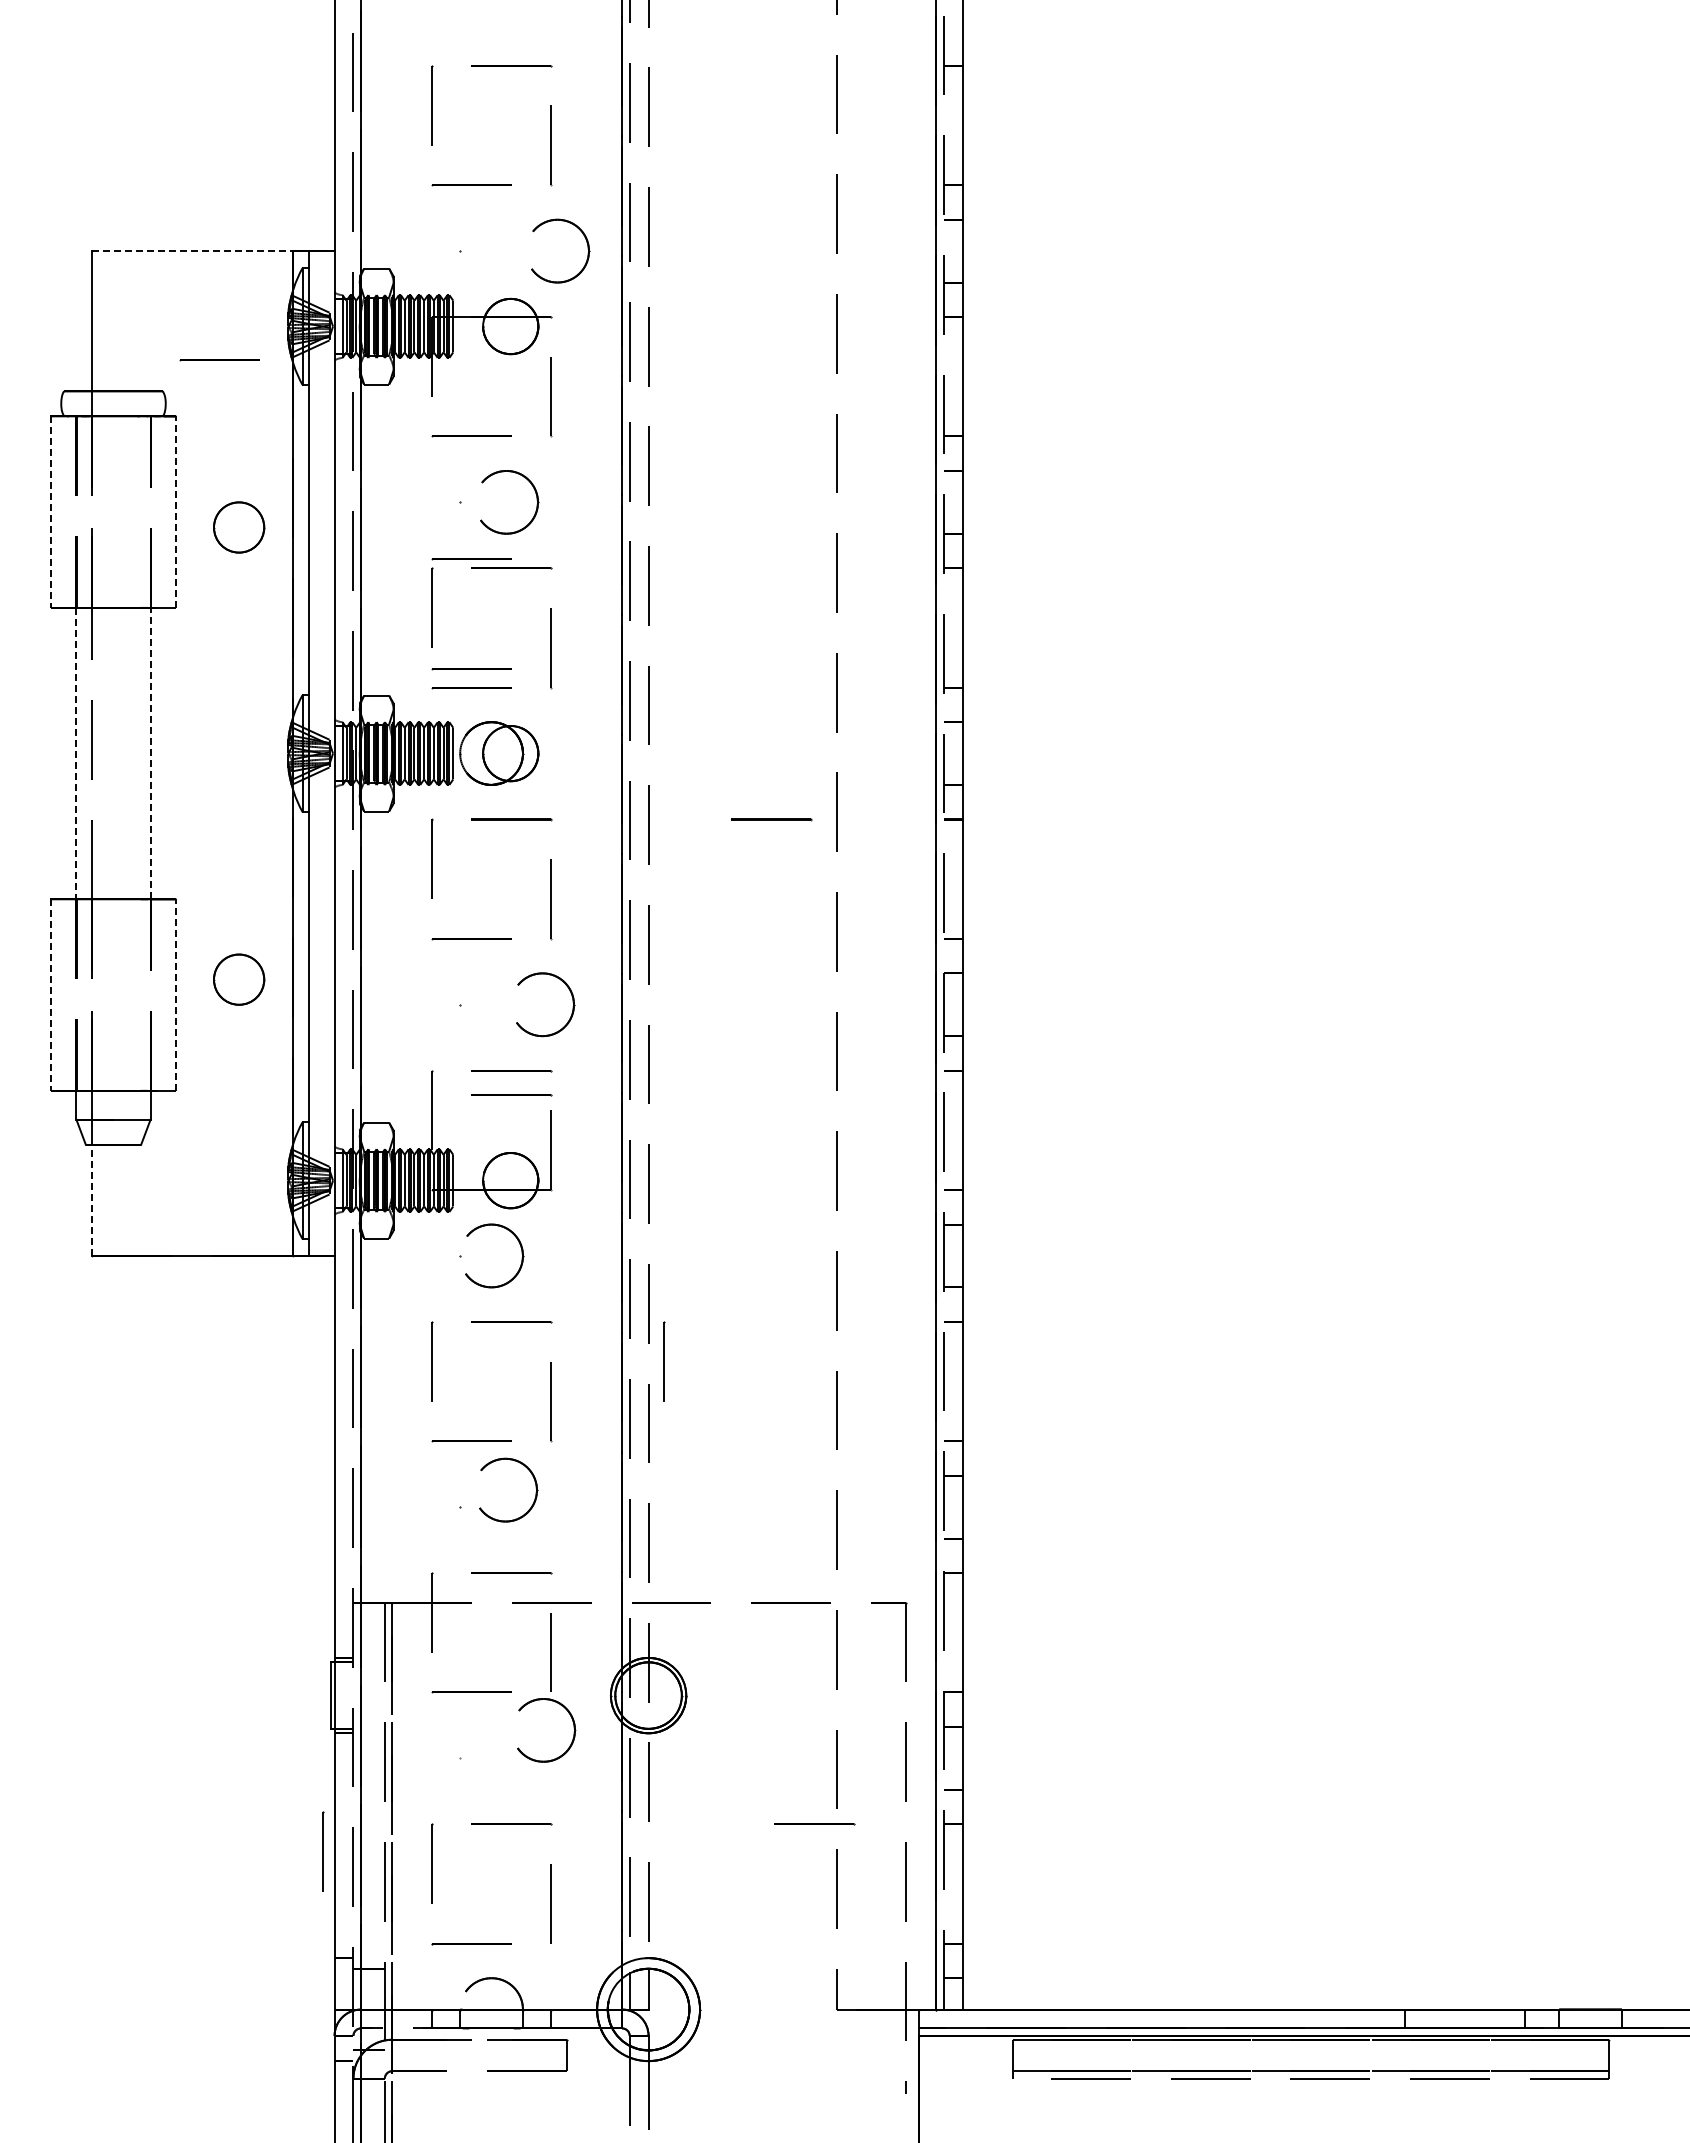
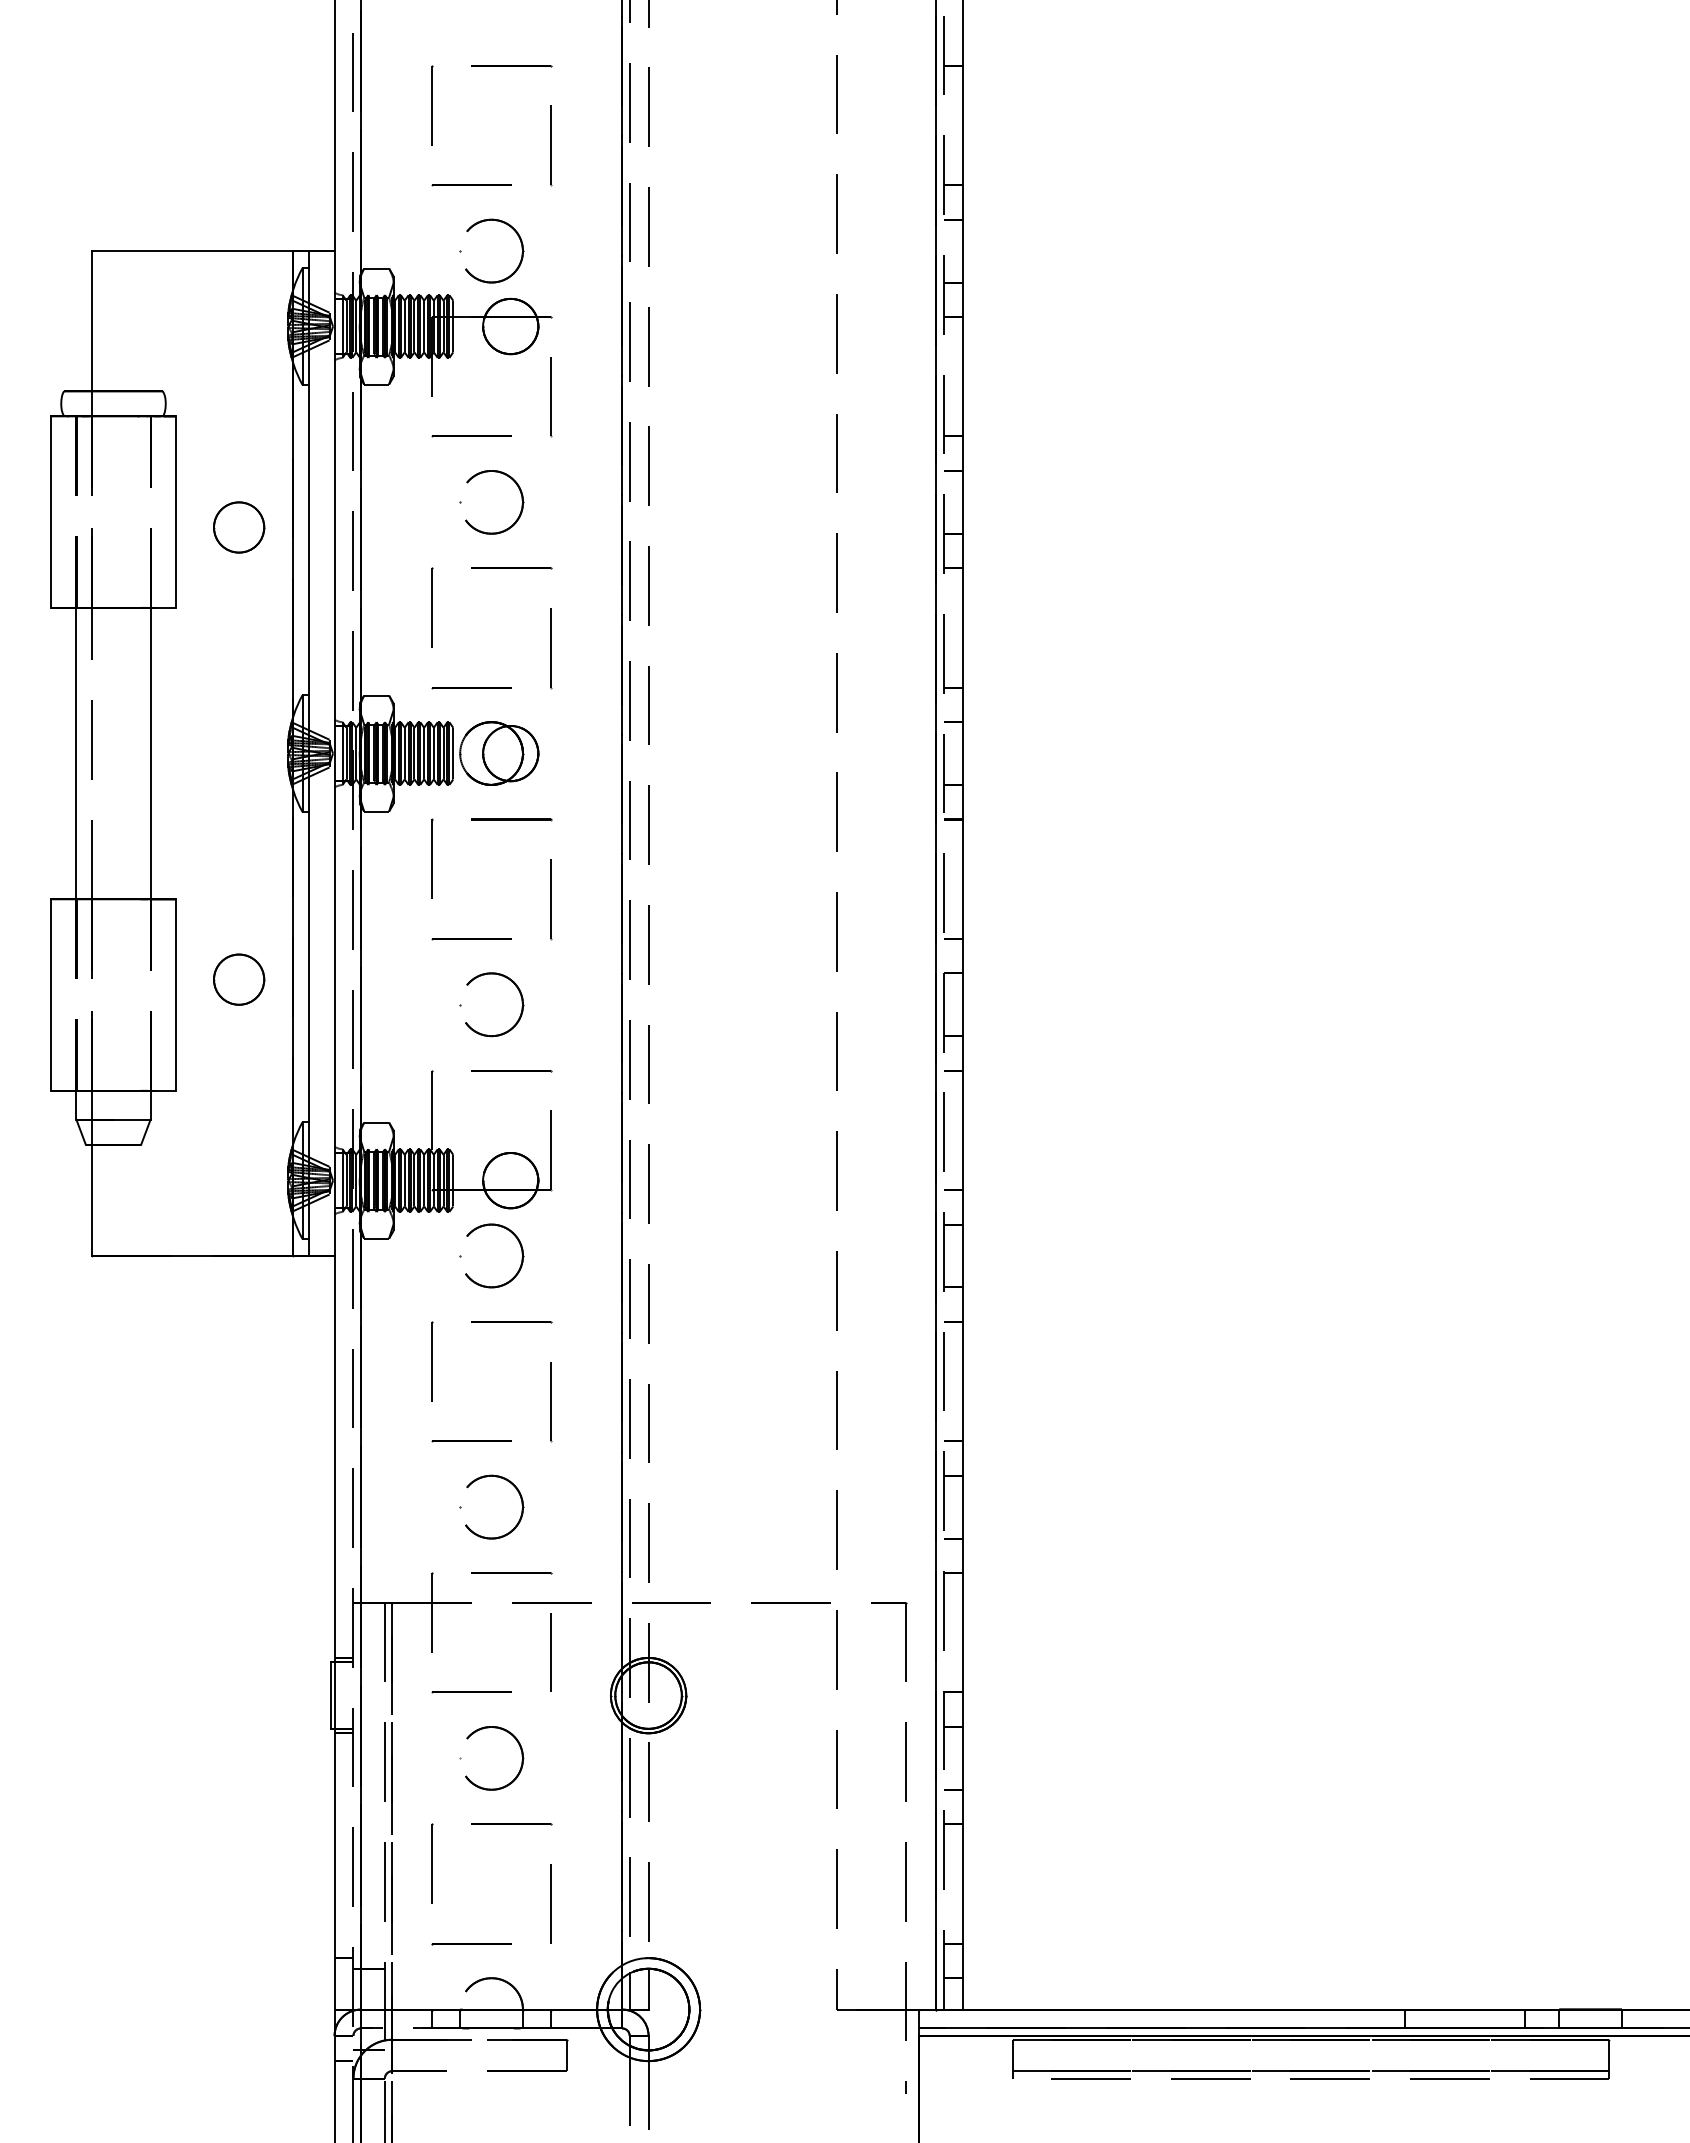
part at (587, 249) position: (587, 249) -> (521, 249)
line at (193, 251): dashed -> solid
line at (219, 360): present -> none
part at (536, 500) position: (536, 500) -> (521, 500)
line at (50, 512): dashed -> solid
line at (176, 512): dashed -> solid
line at (471, 559): present -> none
line at (471, 669): present -> none
line at (76, 753): dashed -> solid
line at (150, 753): dashed -> solid
line at (771, 819): present -> none
line at (50, 995): dashed -> solid
line at (176, 995): dashed -> solid
part at (572, 1002) position: (572, 1002) -> (521, 1002)
line at (511, 1095): present -> none
line at (92, 1200): dashed -> solid
line at (664, 1361): present -> none
part at (535, 1488) position: (535, 1488) -> (521, 1505)
part at (573, 1728) position: (573, 1728) -> (521, 1756)
line at (814, 1824): present -> none
line at (323, 1851): present -> none
